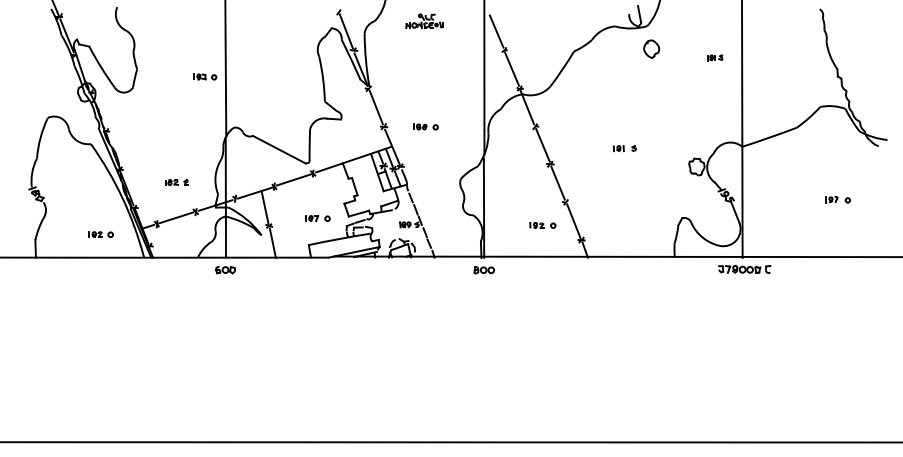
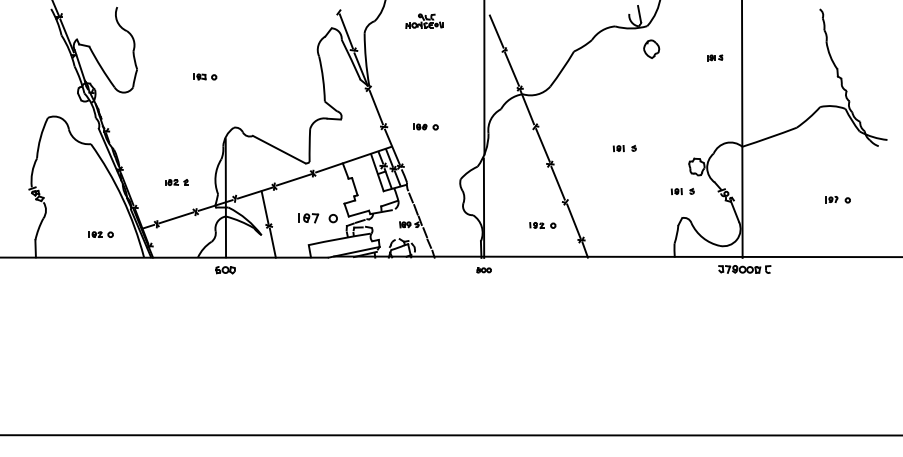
line at (225, 69): present -> none
part at (682, 191): none -> present
part at (317, 218) size: 26x8 px -> 40x11 px
part at (483, 270) size: 22x9 px -> 16x7 px
line at (450, 442) position: (450, 442) -> (450, 435)
